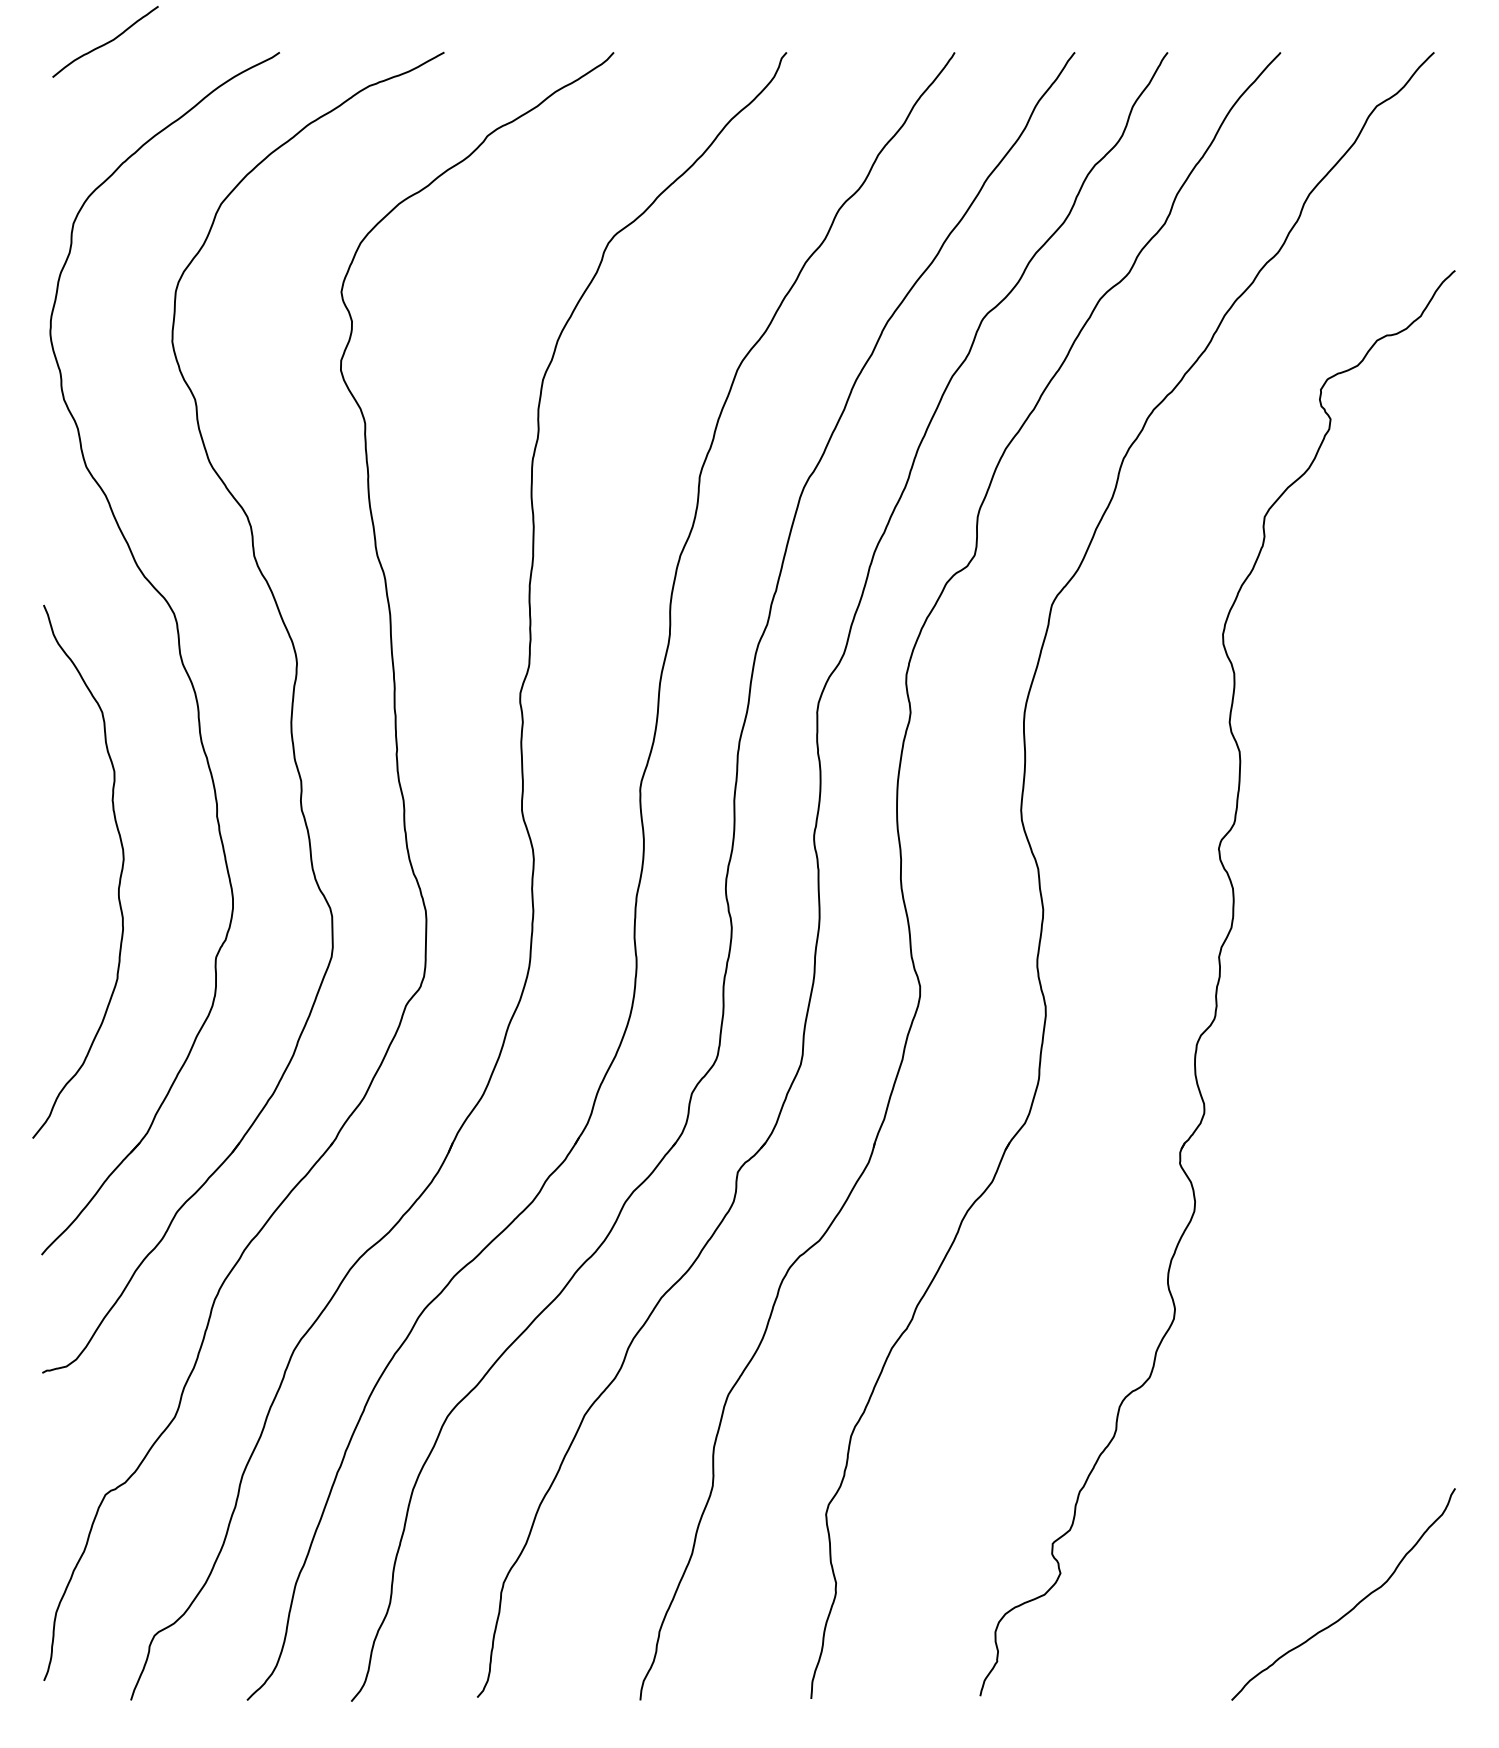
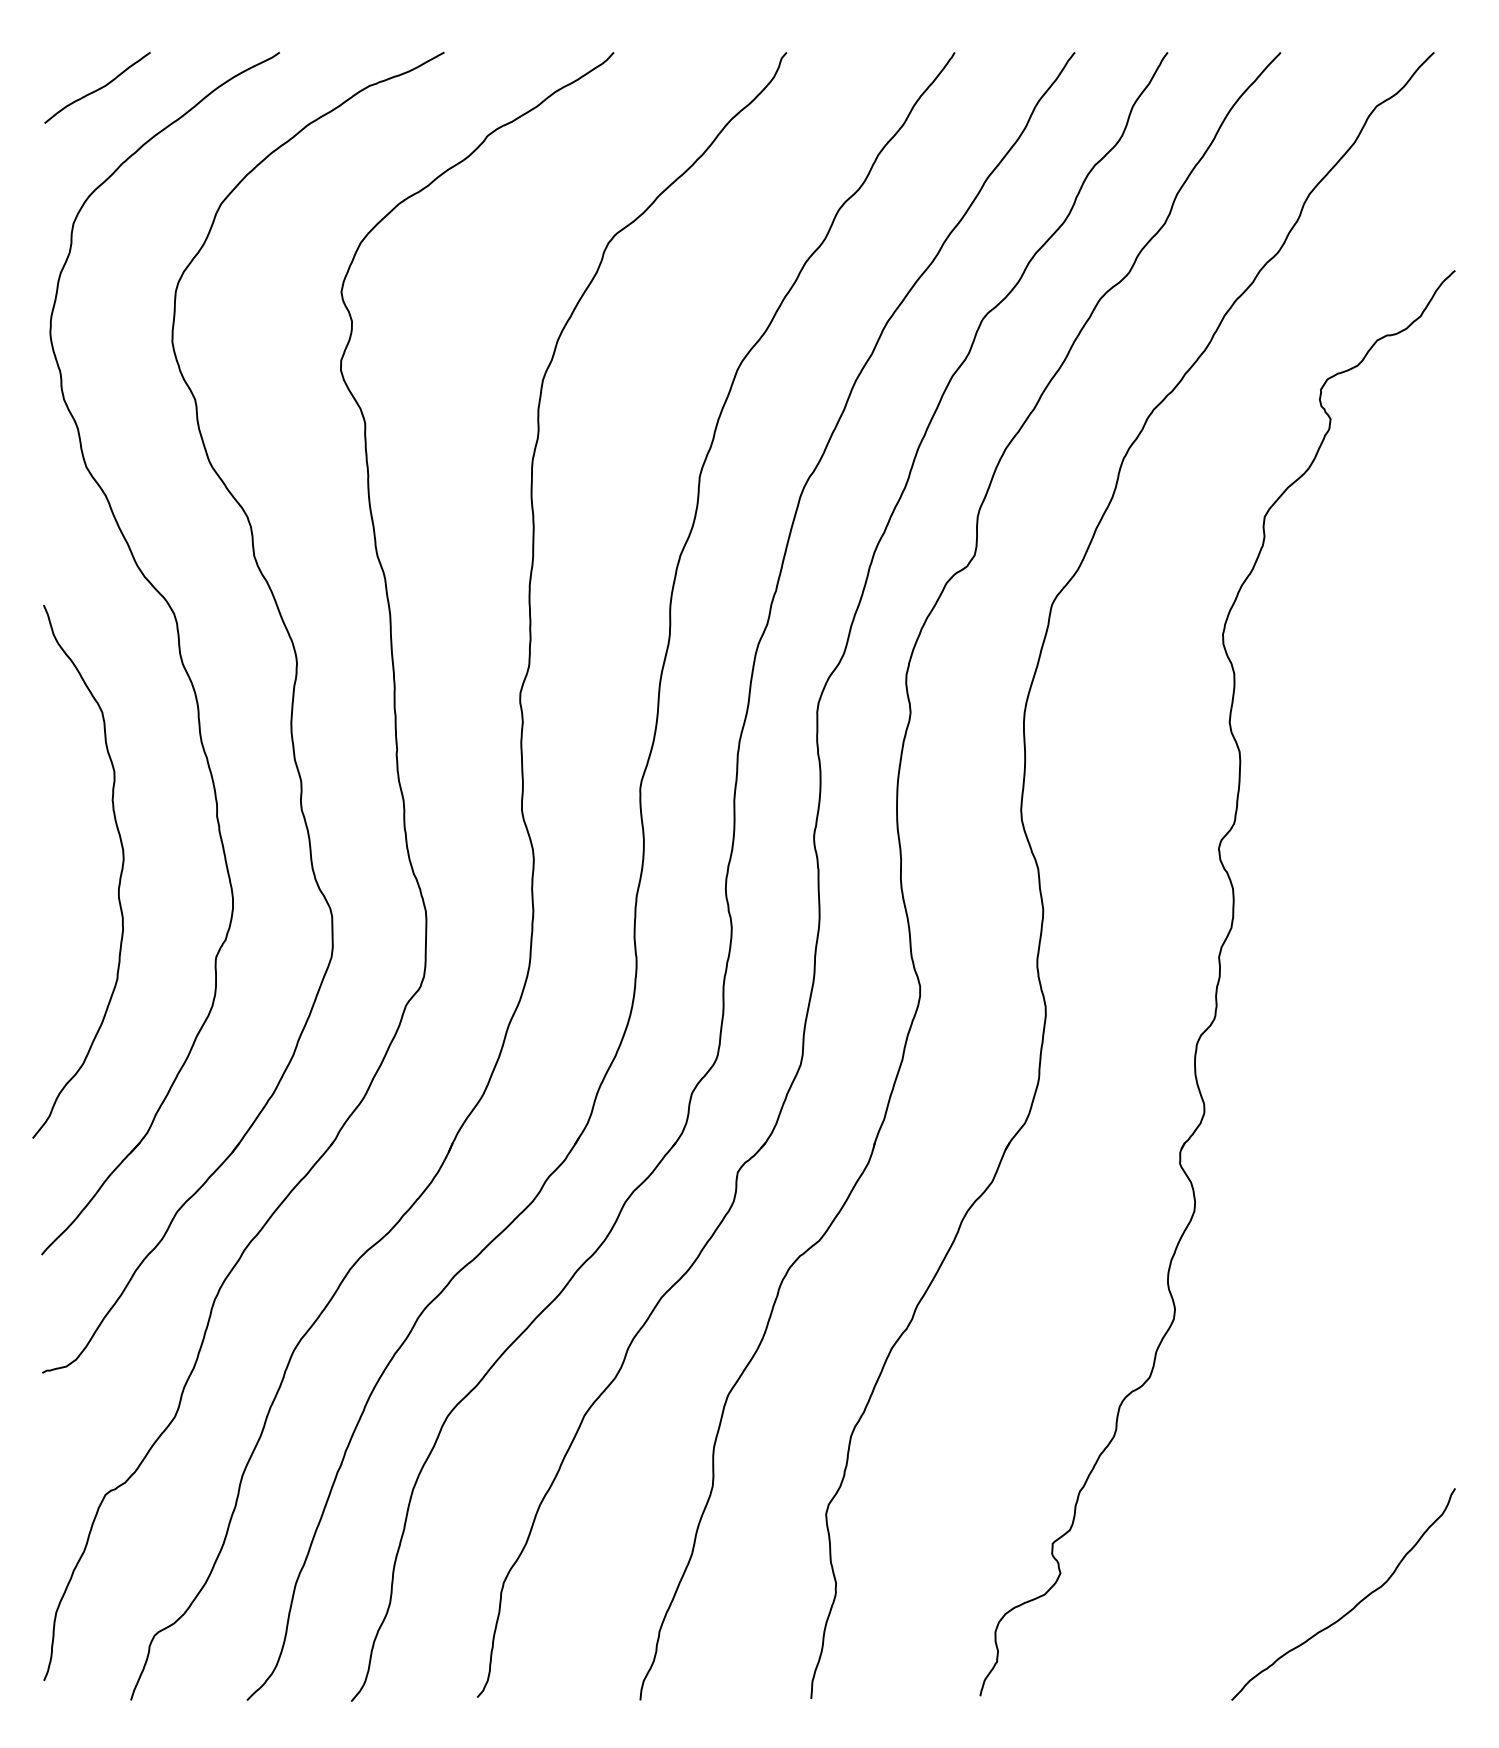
curve at (106, 42) position: (106, 42) -> (98, 88)
